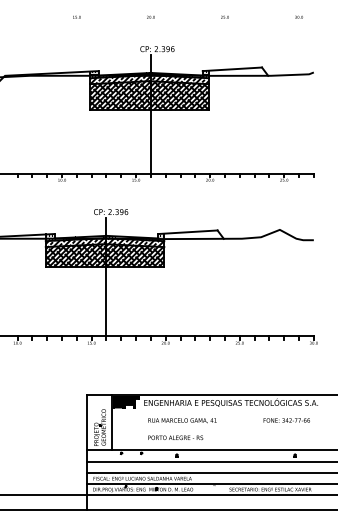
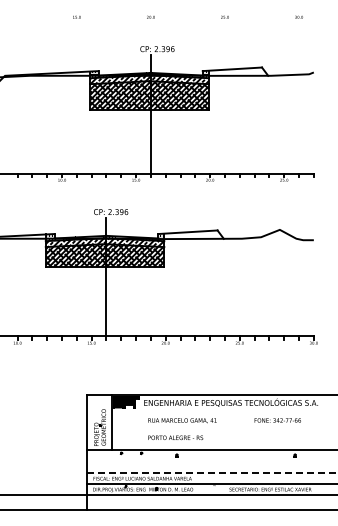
text at (286, 420) position: (286, 420) -> (277, 420)
line at (210, 461): present -> none
line at (213, 472): solid -> dashed
